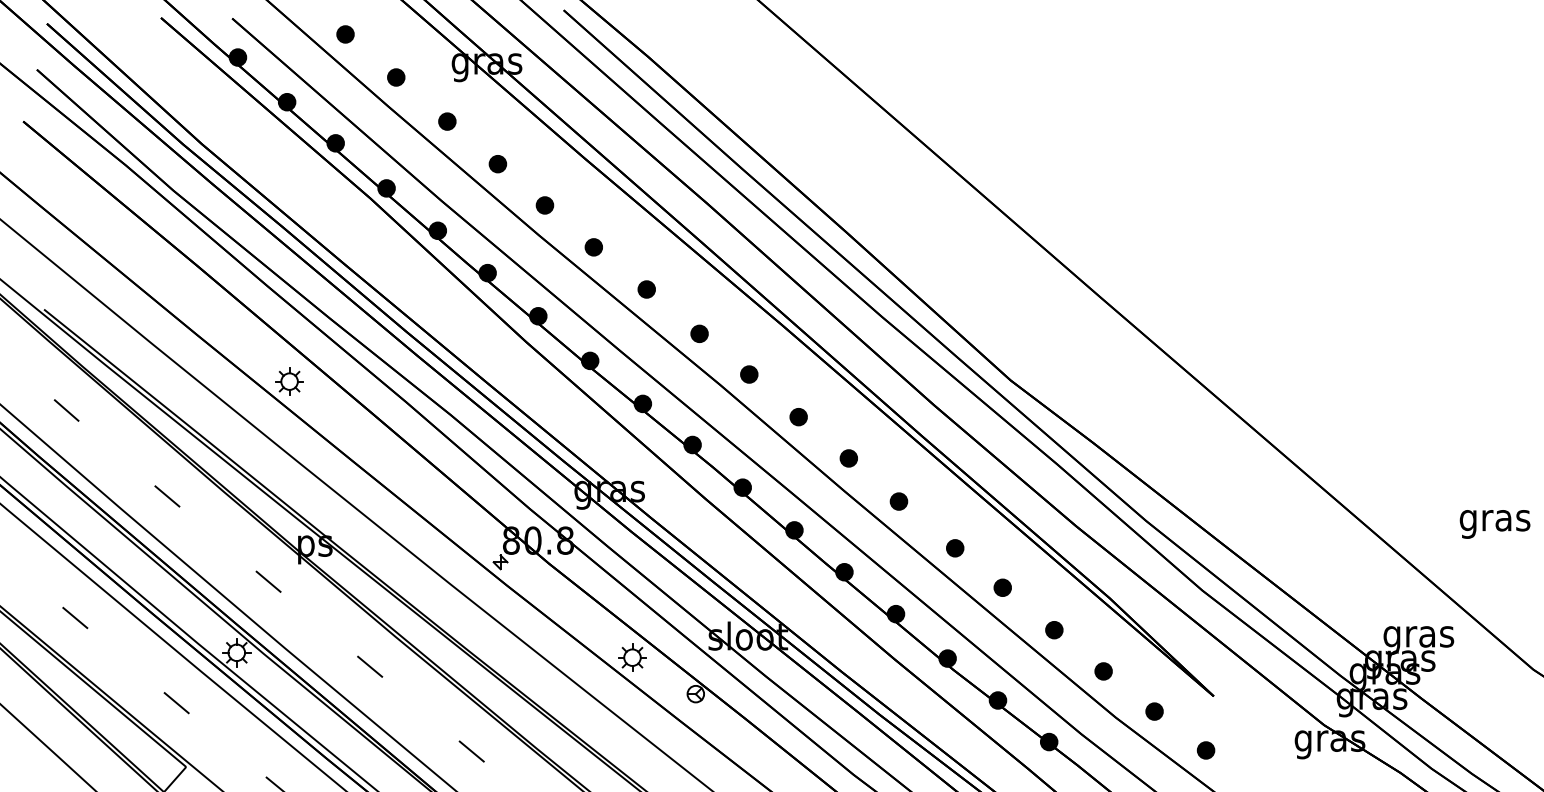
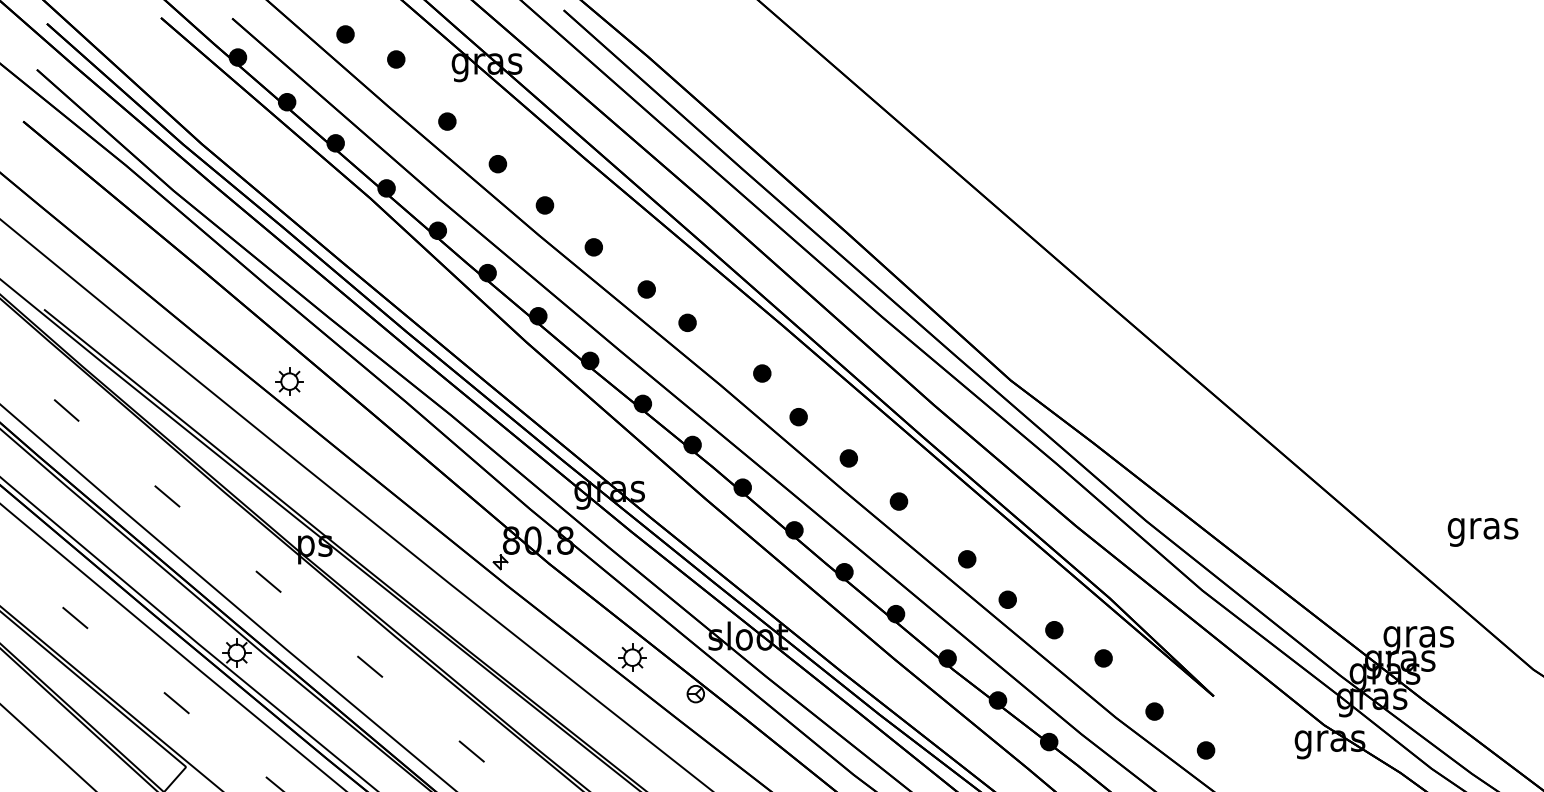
part at (396, 77) position: (396, 77) -> (396, 59)
part at (699, 333) position: (699, 333) -> (687, 322)
part at (749, 374) position: (749, 374) -> (762, 373)
text at (1494, 524) position: (1494, 524) -> (1482, 532)
part at (955, 548) position: (955, 548) -> (967, 559)
part at (1002, 587) position: (1002, 587) -> (1007, 599)
part at (1103, 671) position: (1103, 671) -> (1103, 658)
